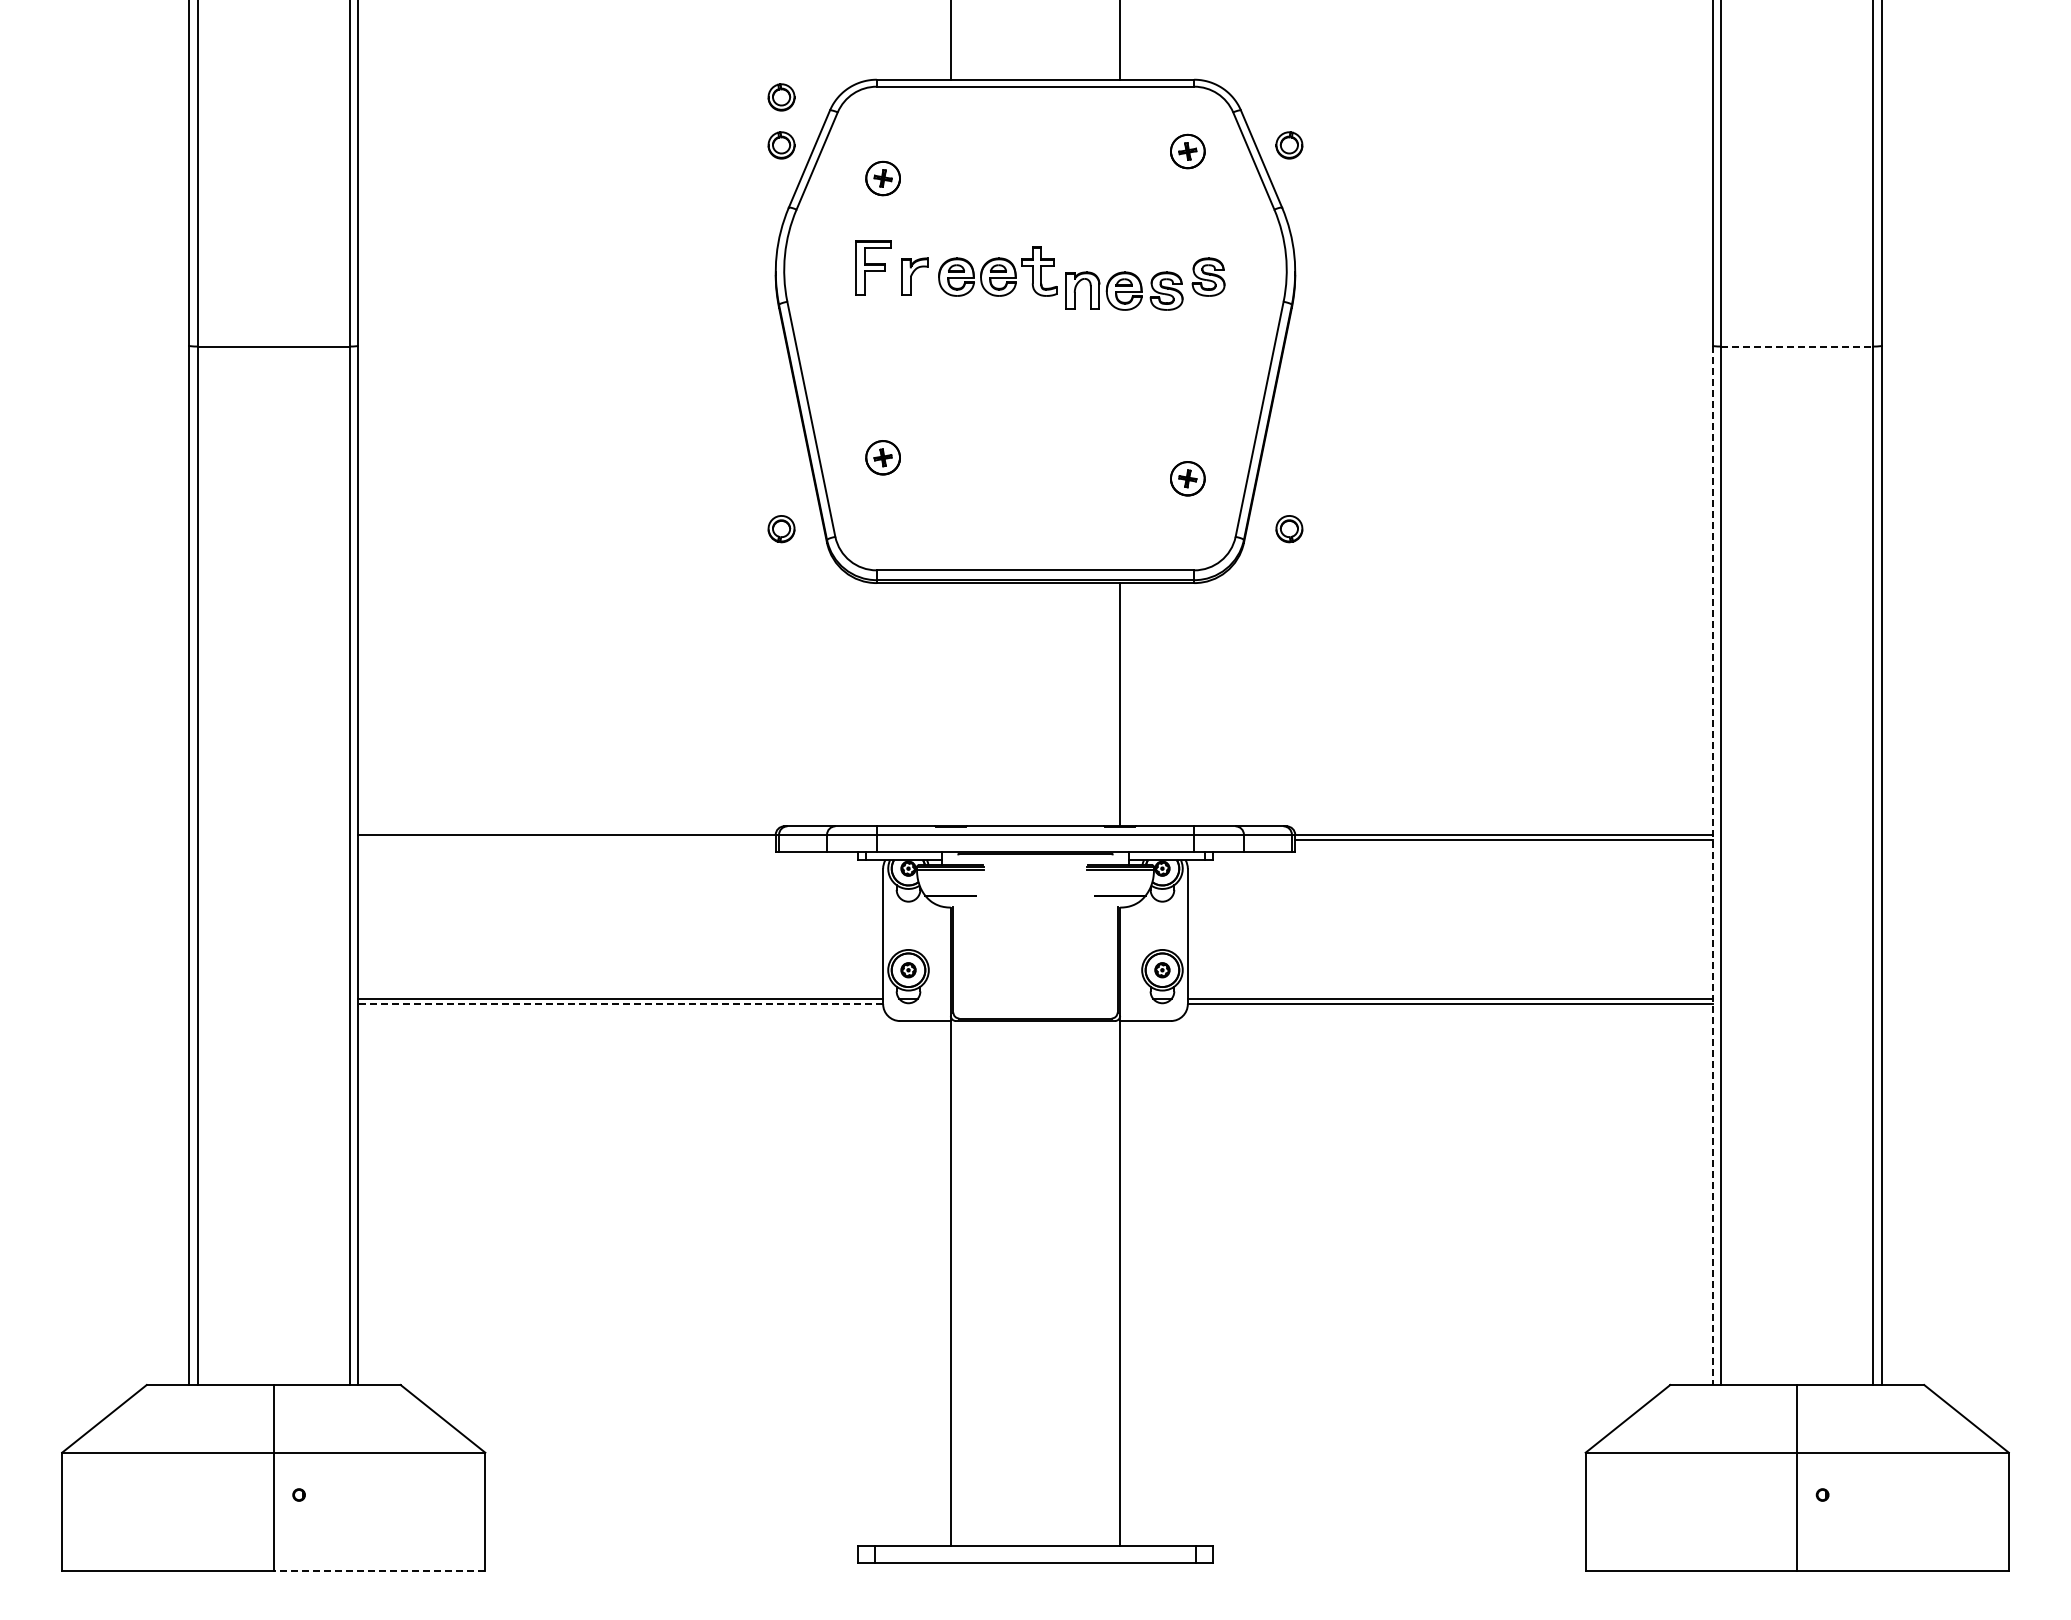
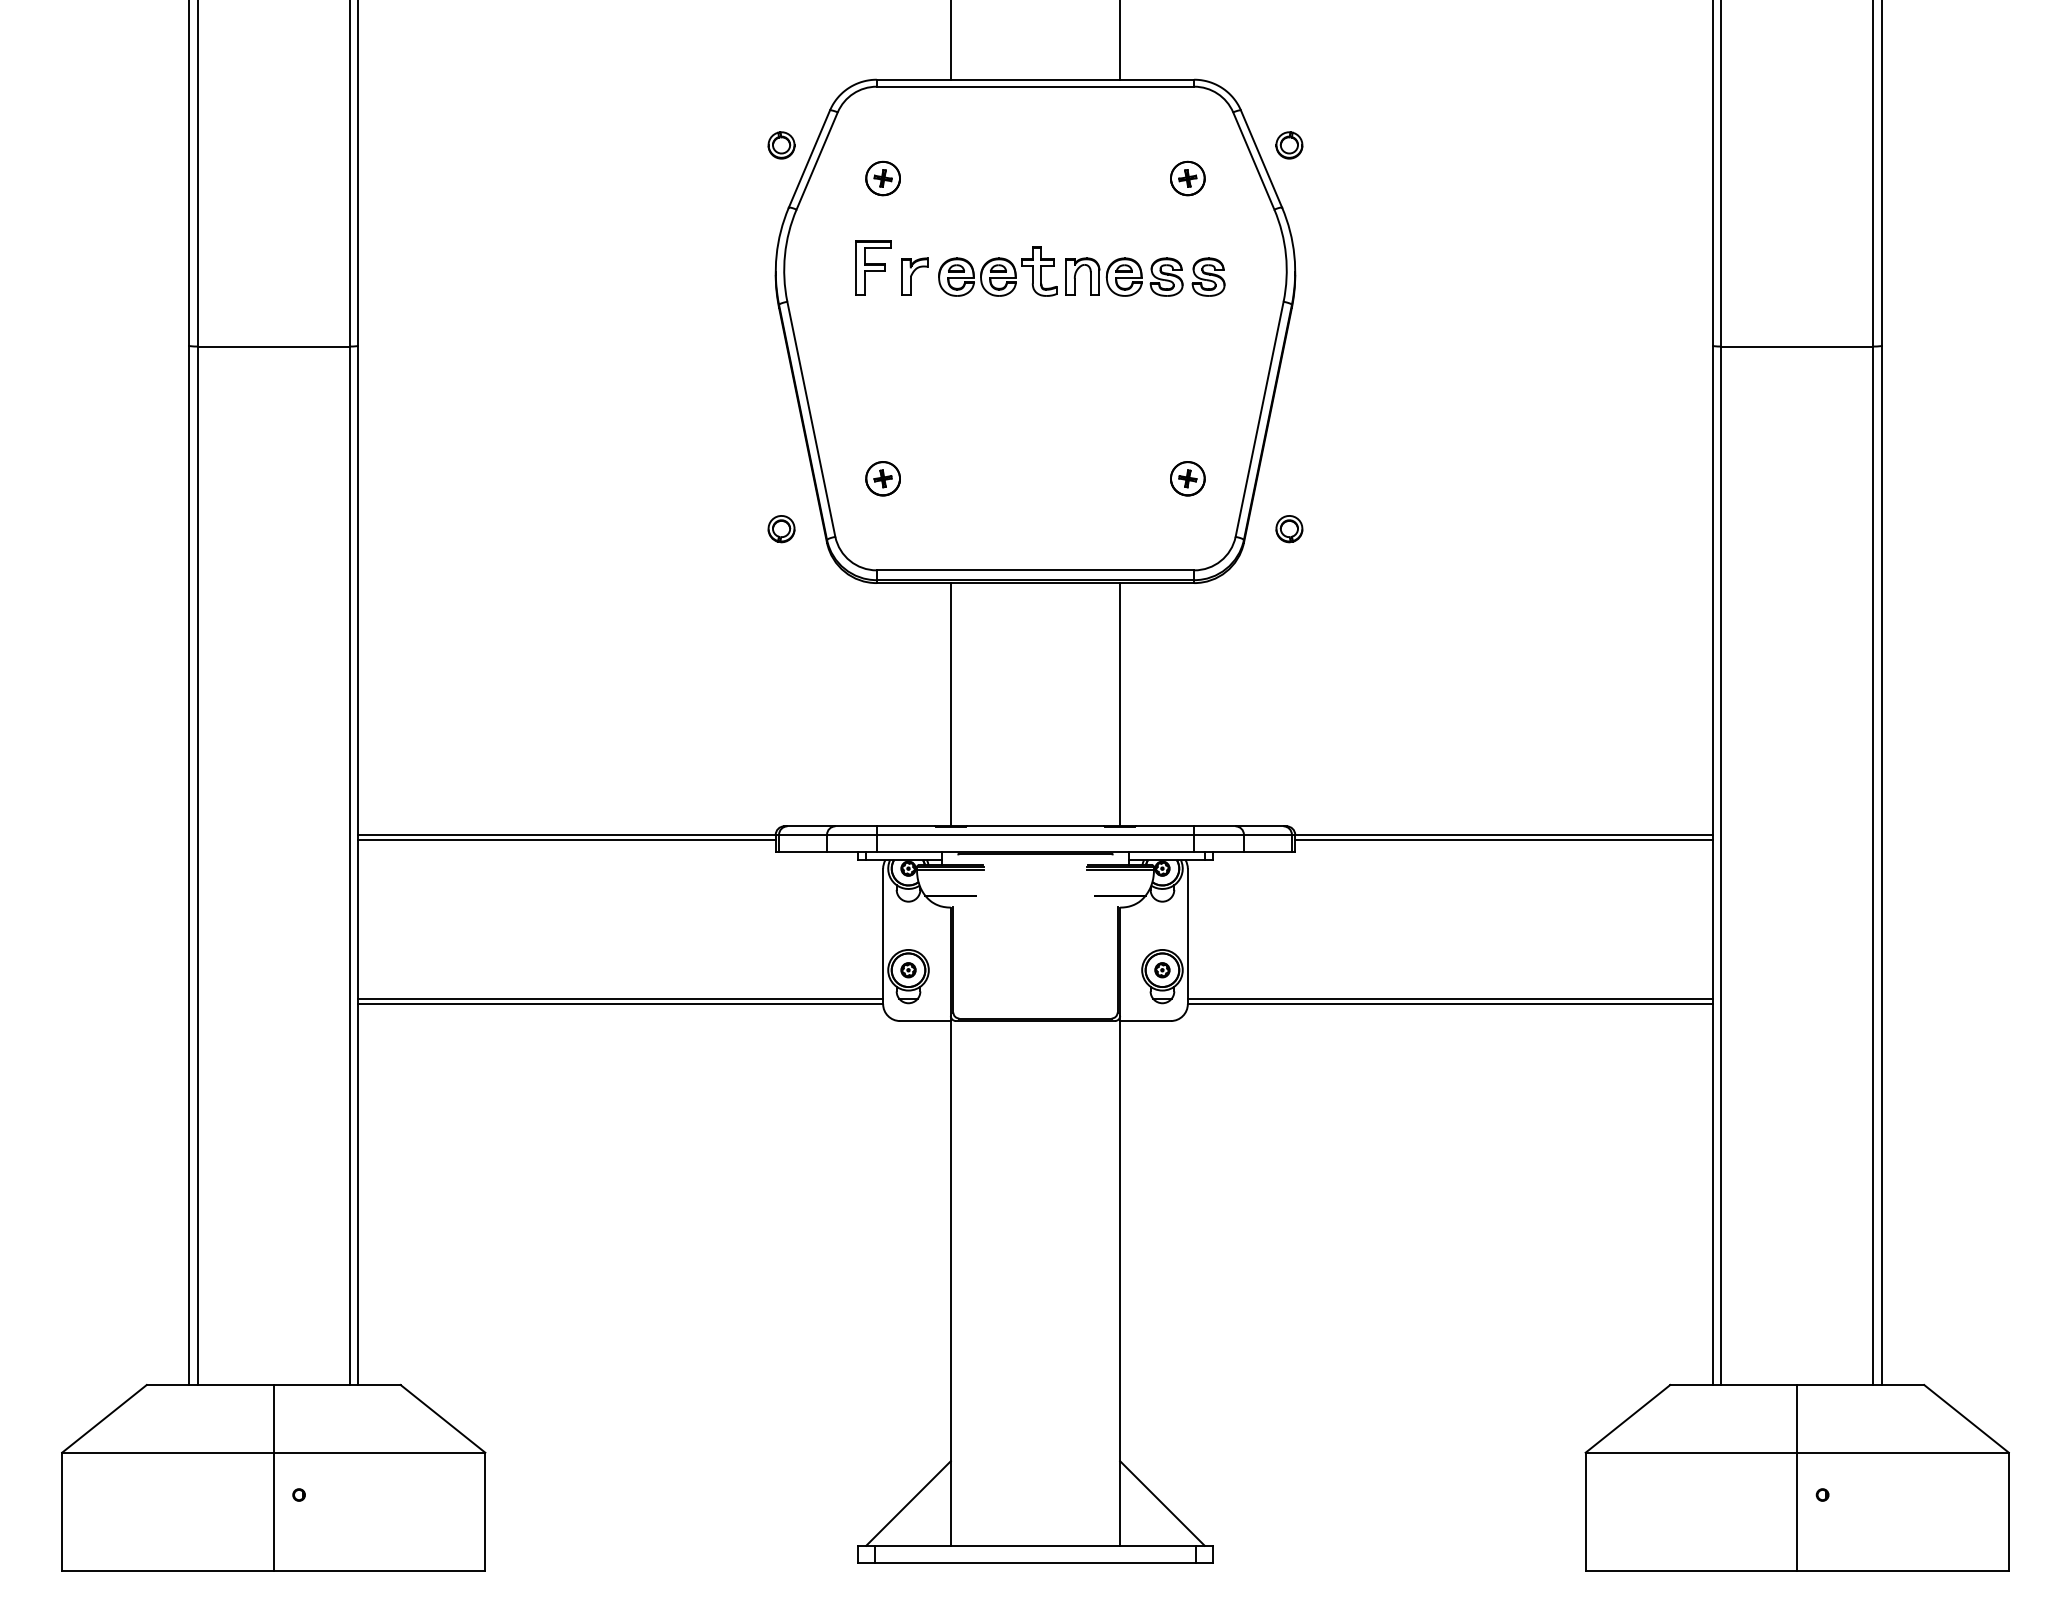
part at (781, 97): present -> none
part at (1187, 151) position: (1187, 151) -> (1187, 178)
part at (1124, 290) position: (1124, 290) -> (1124, 276)
line at (1797, 346): dashed -> solid
part at (882, 457) position: (882, 457) -> (882, 478)
line at (950, 704): none -> present
line at (566, 839): none -> present
line at (1712, 865): dashed -> solid
line at (620, 1004): dashed -> solid
line at (908, 1503): none -> present
line at (1162, 1503): none -> present
line at (379, 1571): dashed -> solid
